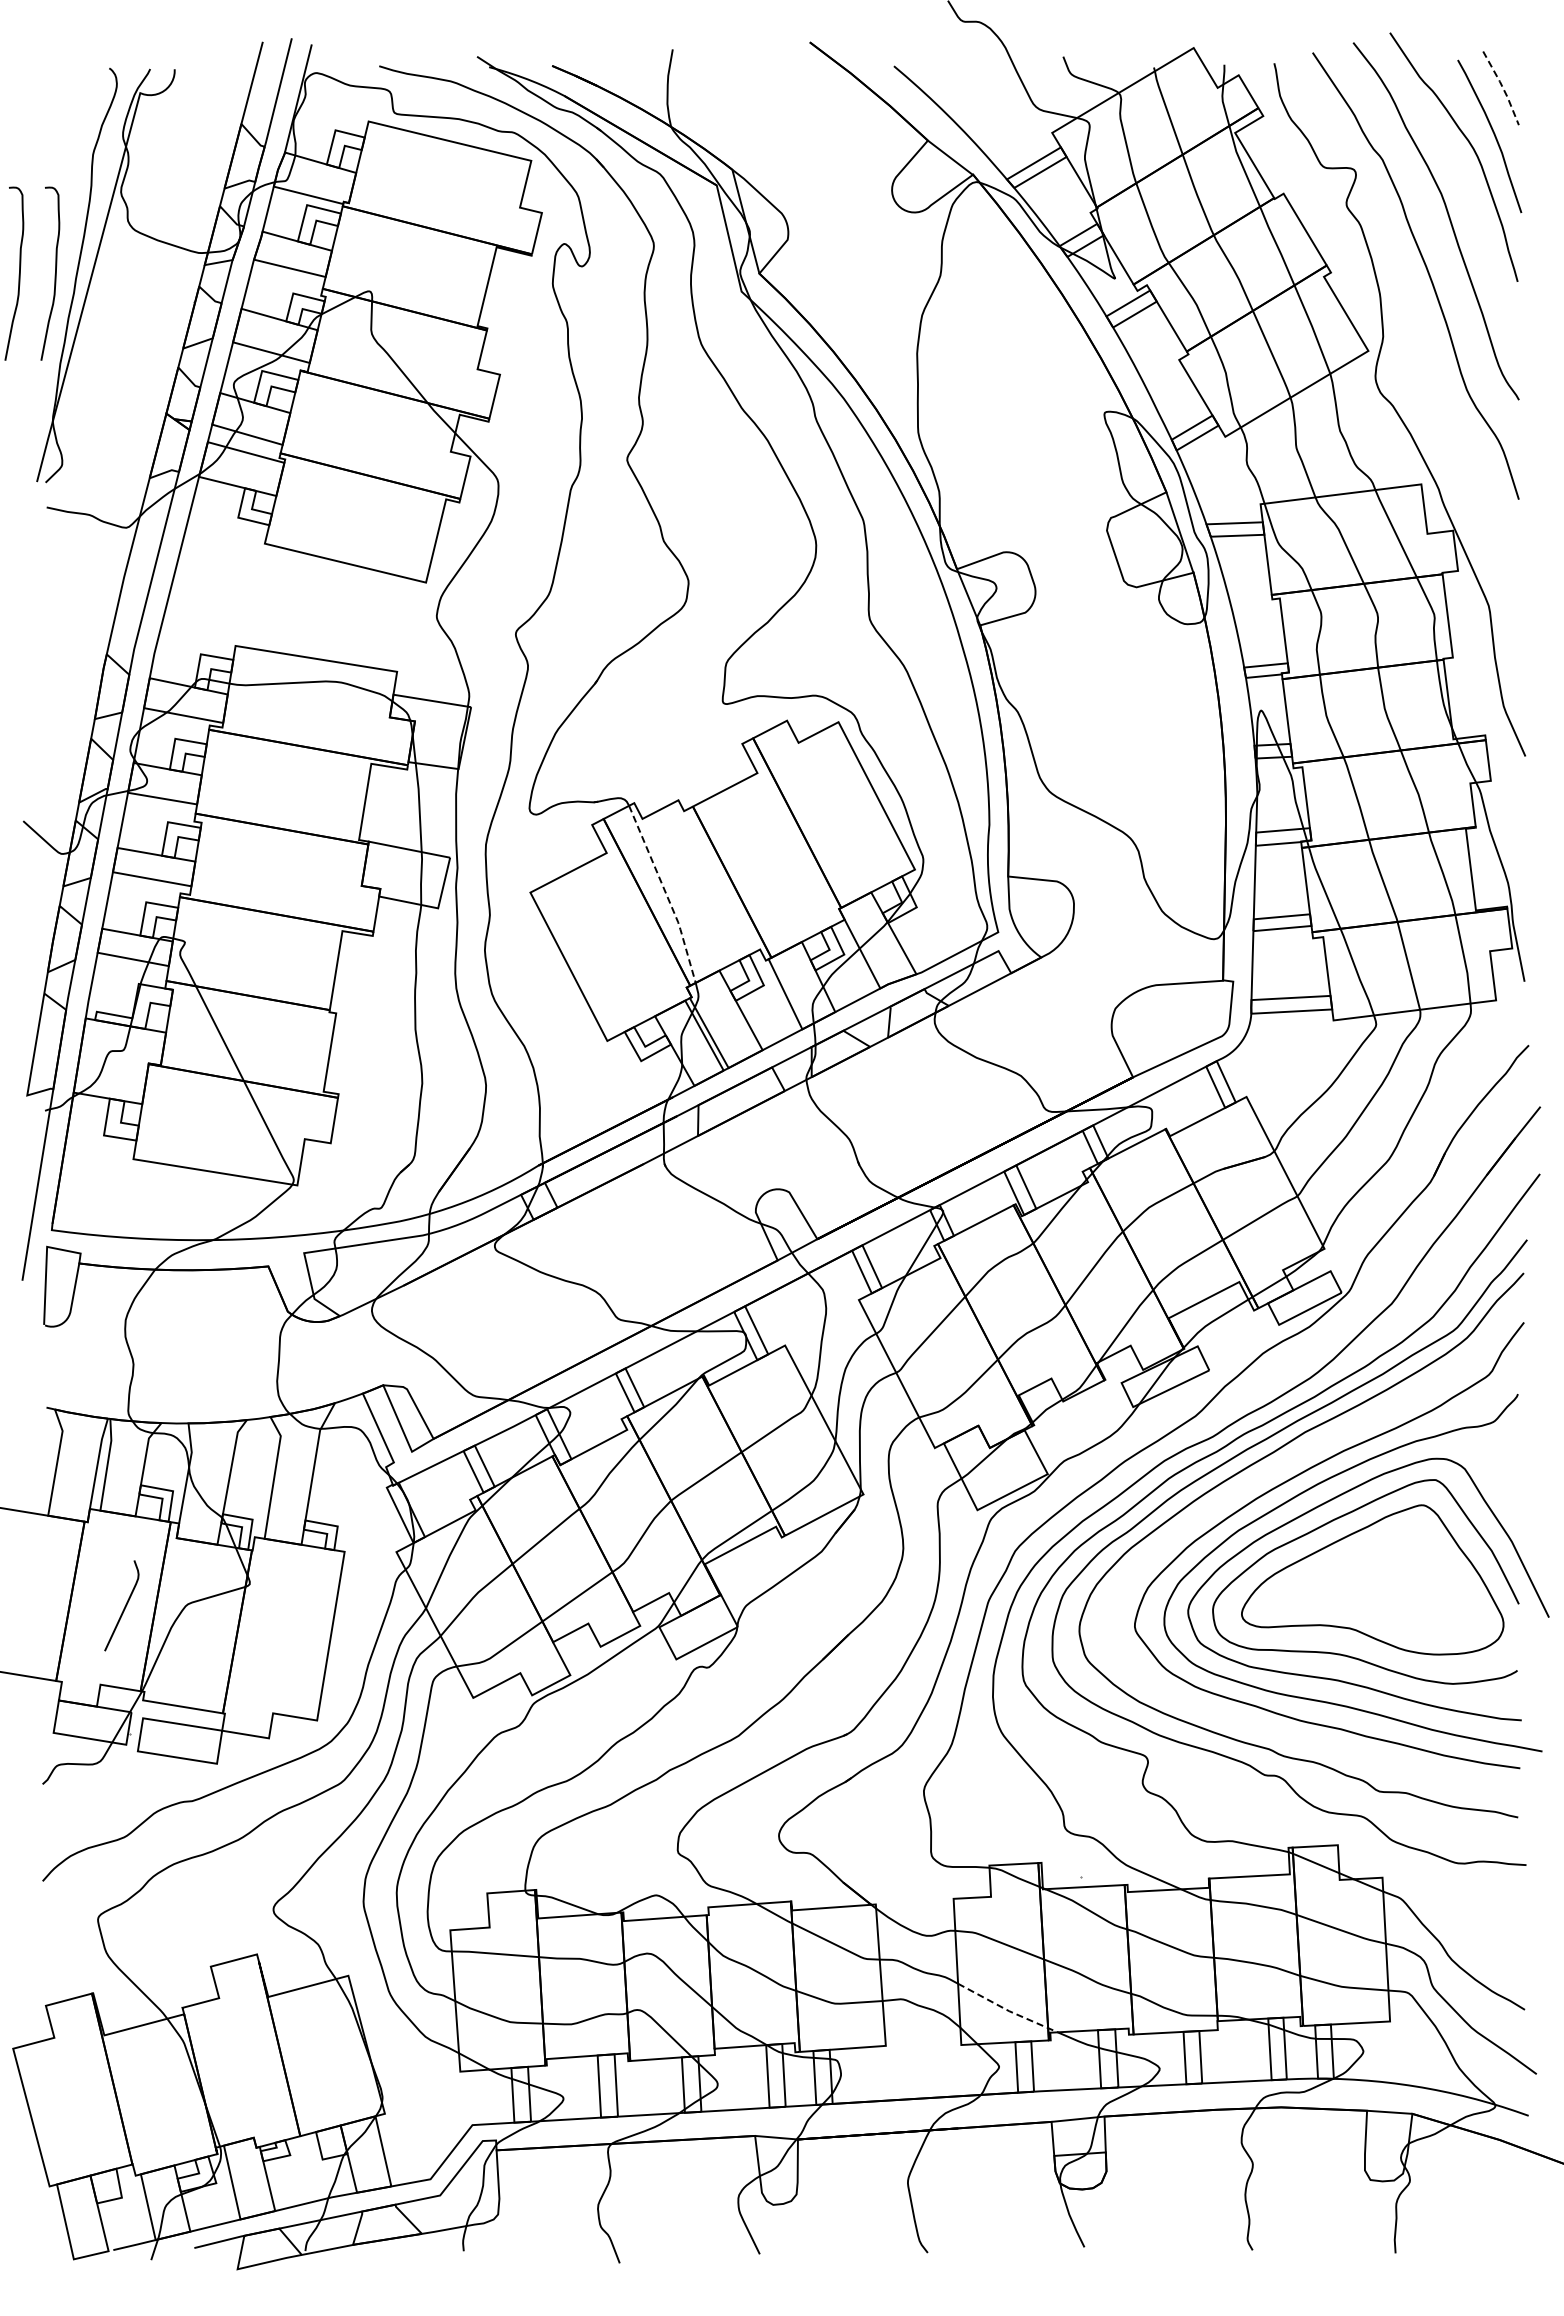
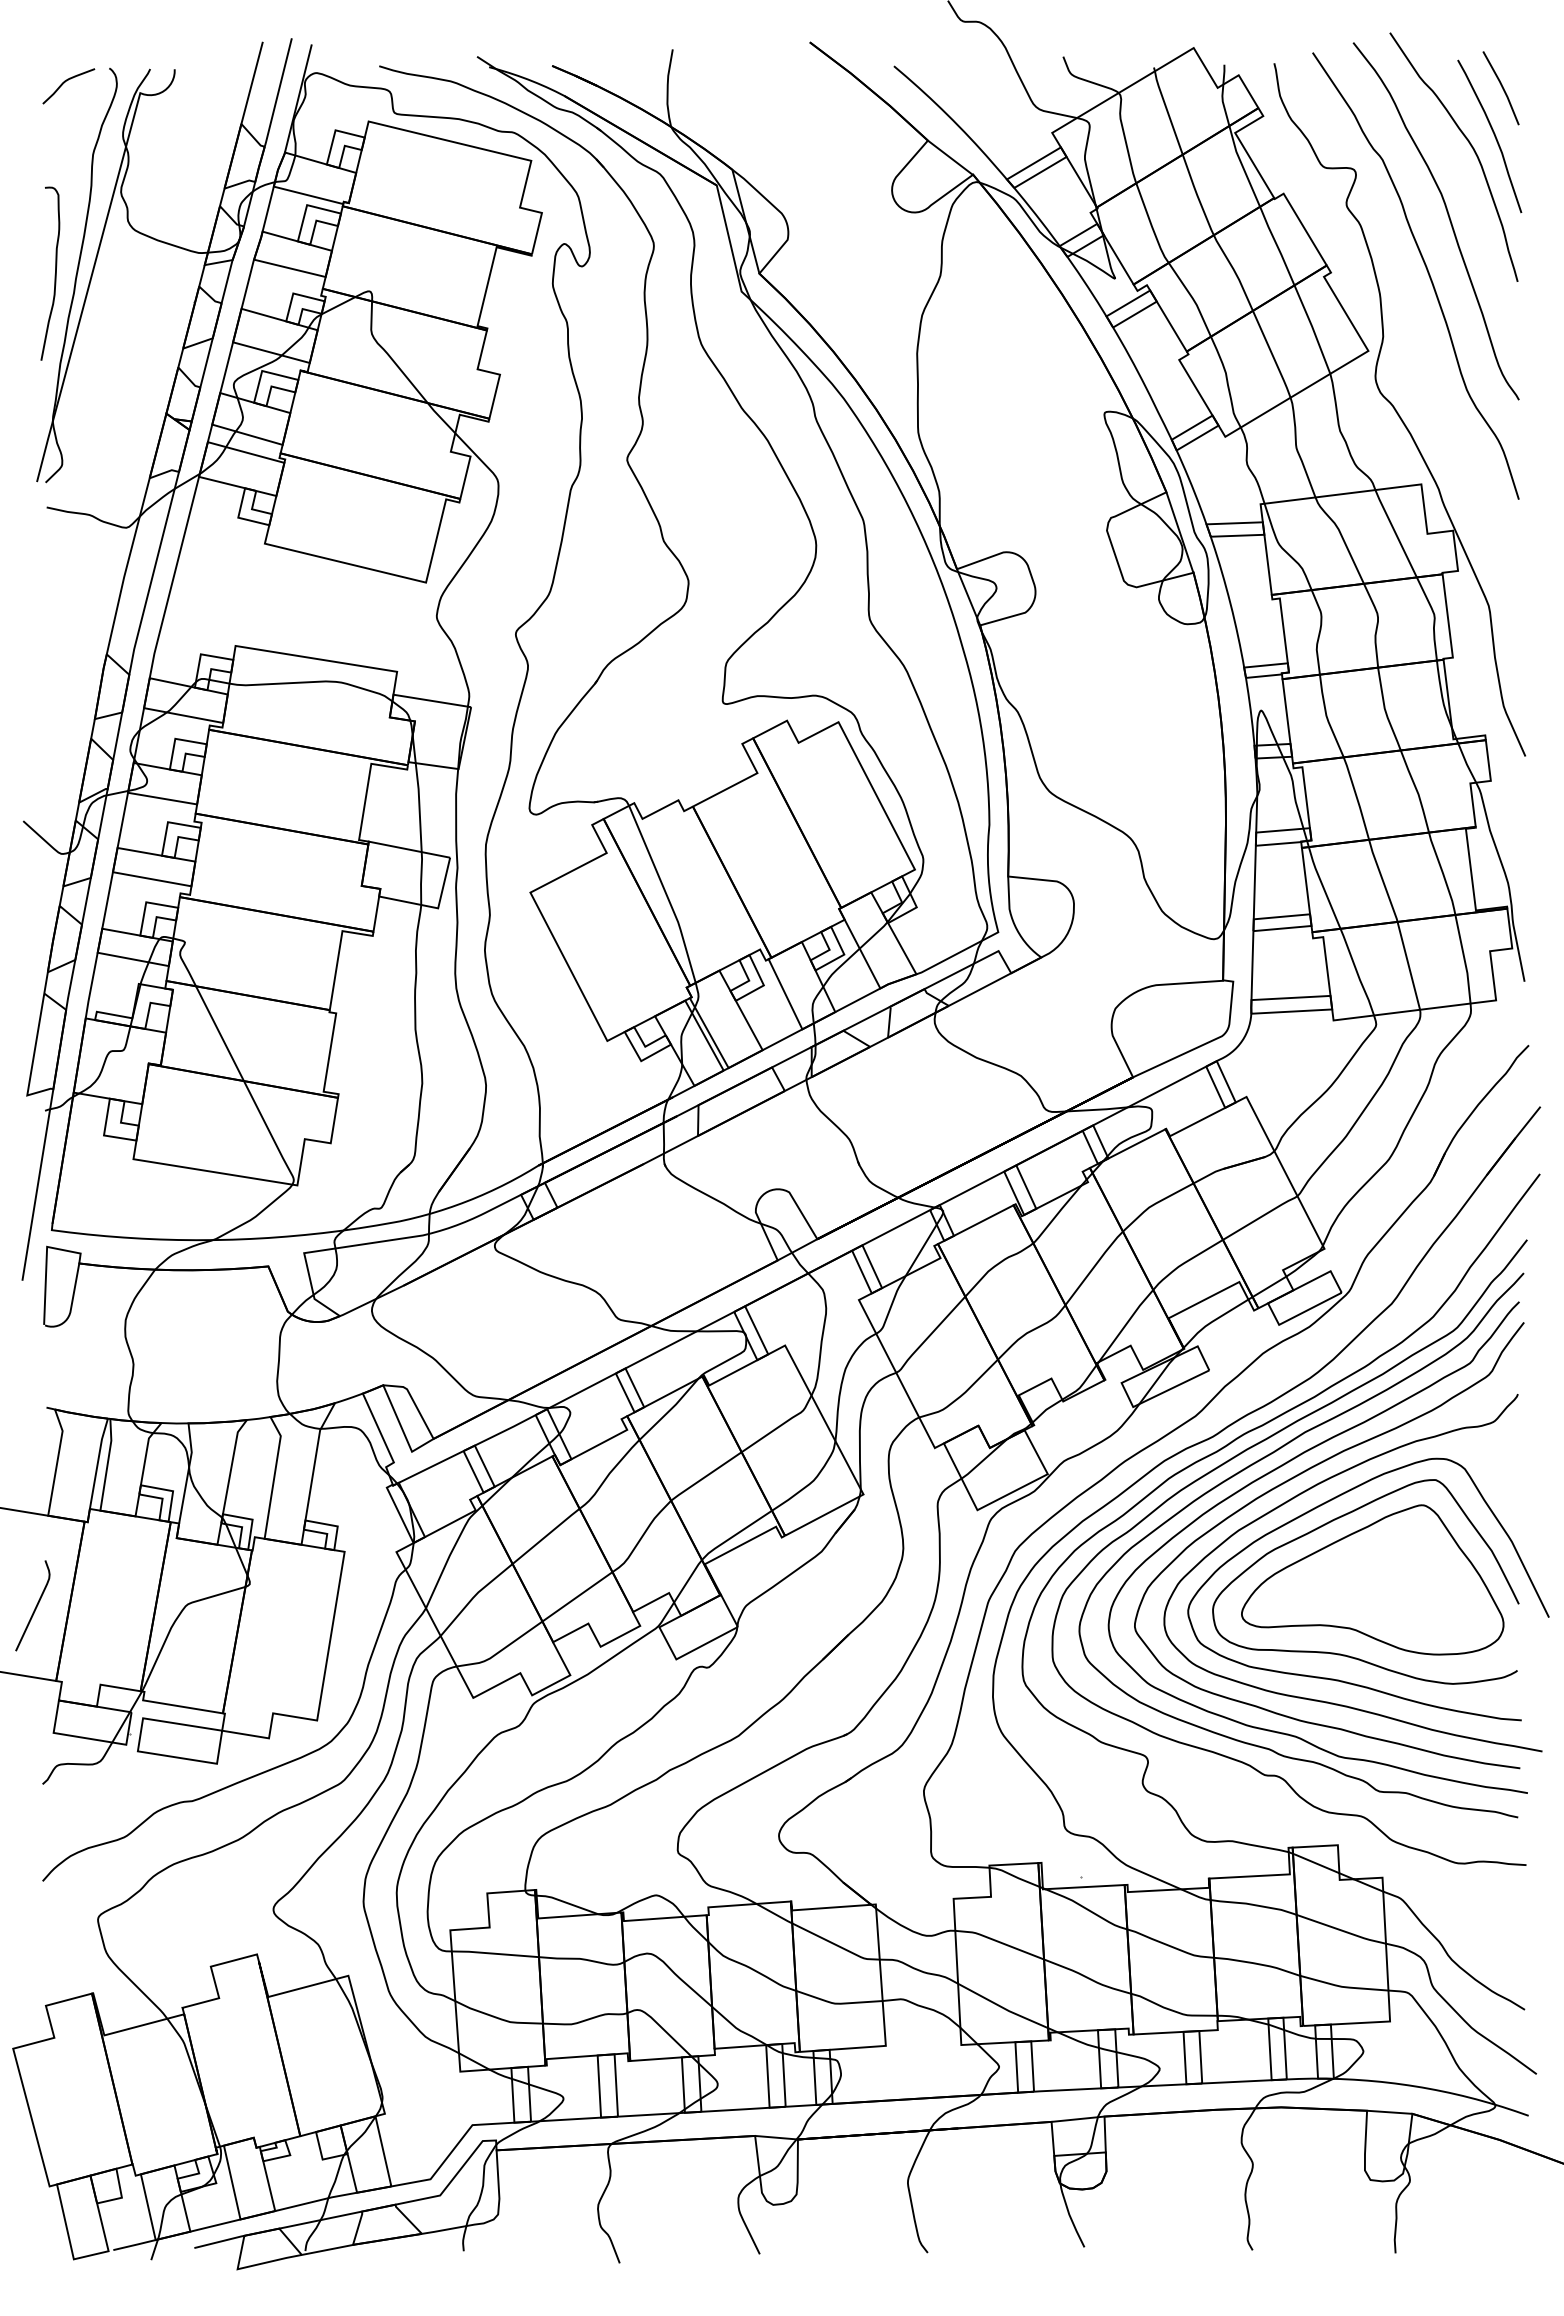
curve at (65, 82): none -> present
line at (1502, 87): dashed -> solid
curve at (18, 274): present -> none
line at (666, 894): dashed -> solid
curve at (1272, 1472): none -> present
curve at (124, 1606) position: (124, 1606) -> (35, 1606)
line at (1007, 2010): dashed -> solid
